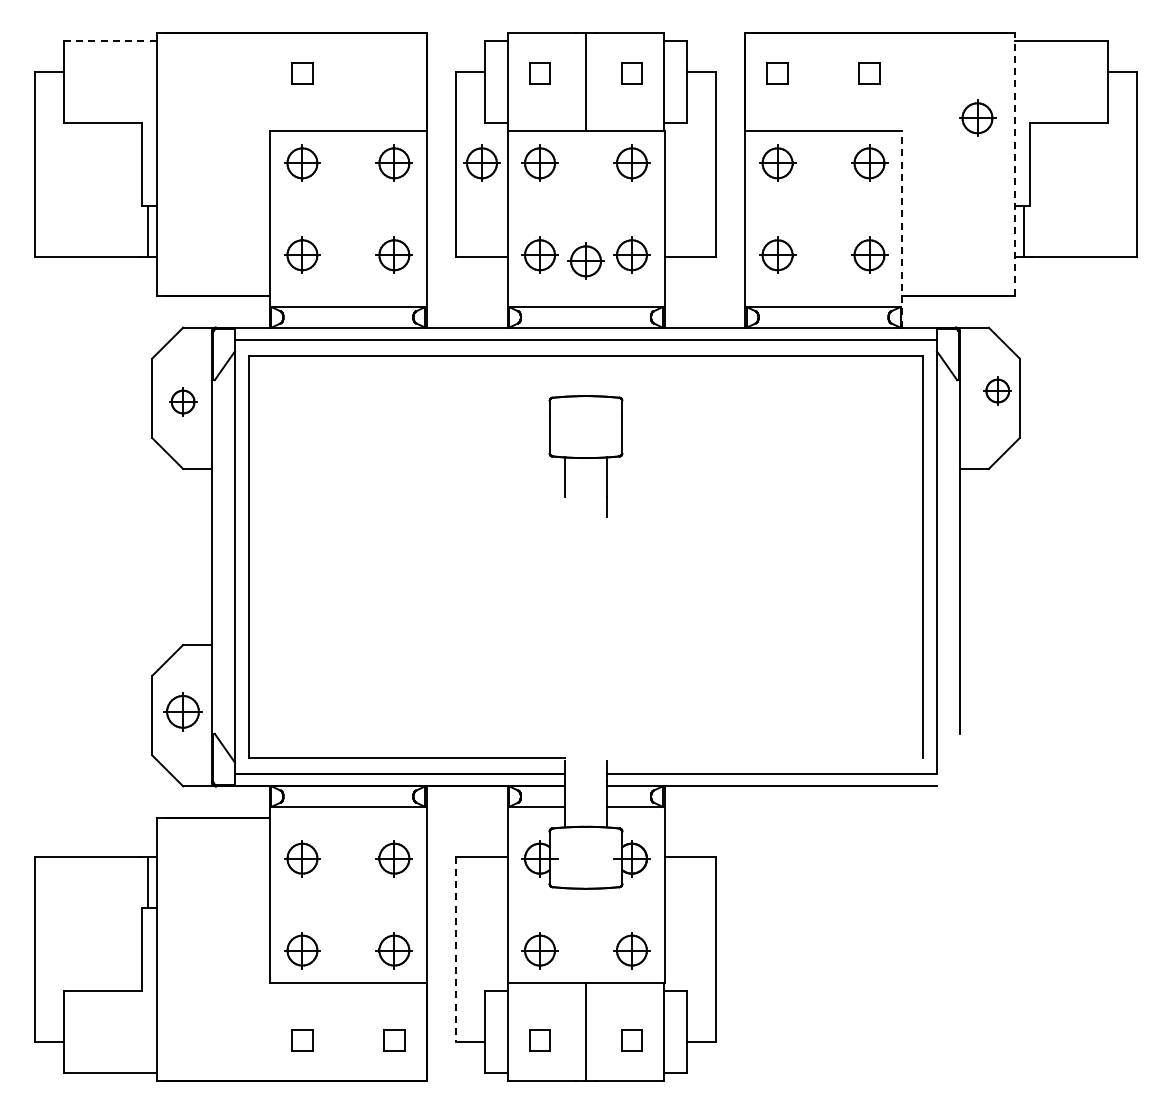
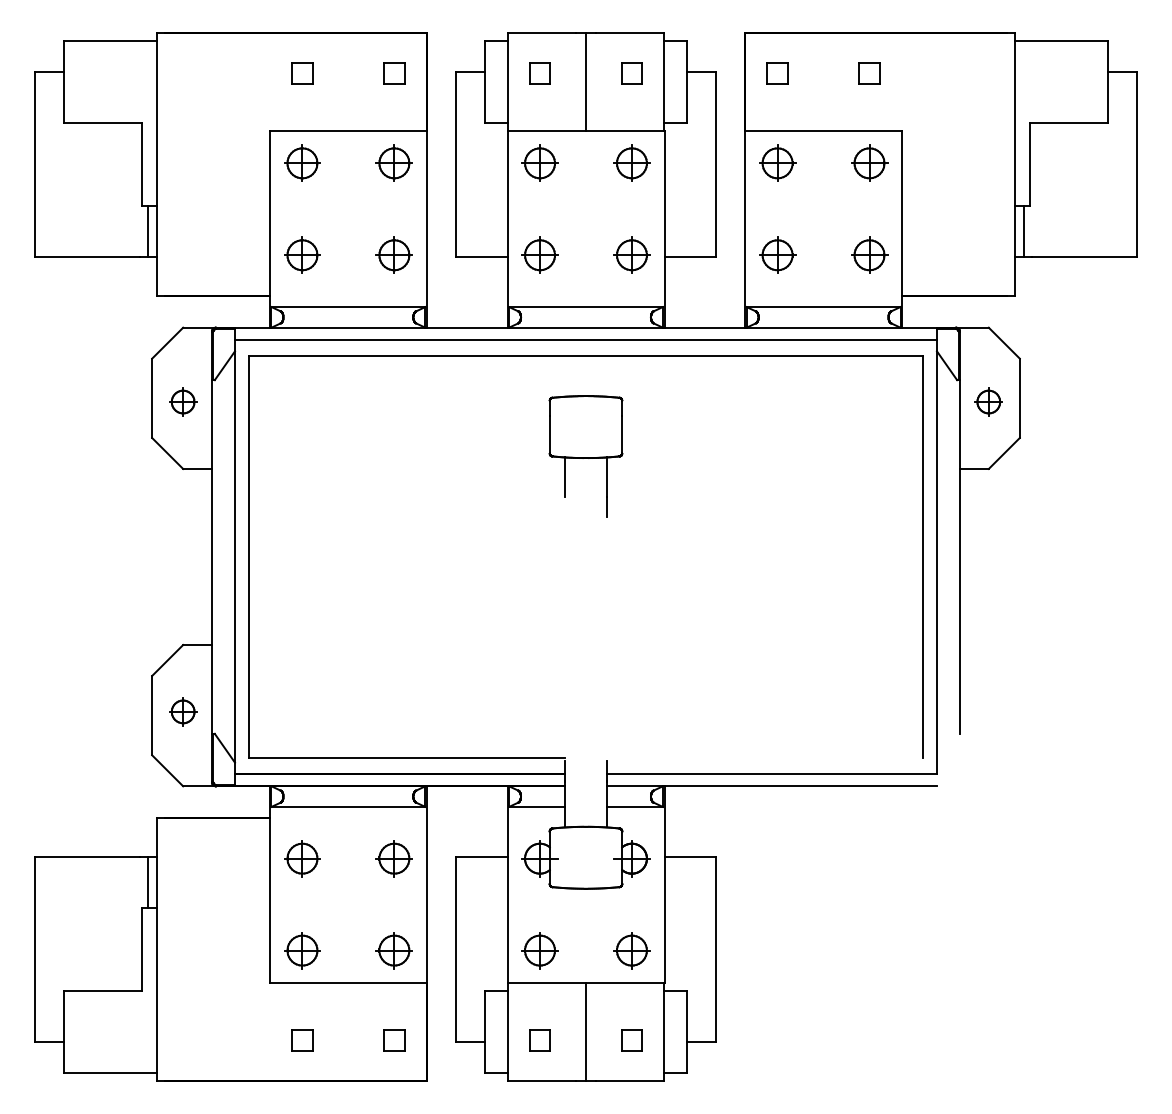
line at (109, 40): dashed -> solid
part at (394, 73): none -> present
part at (977, 117): present -> none
part at (481, 162): present -> none
line at (1015, 163): dashed -> solid
line at (902, 228): dashed -> solid
part at (585, 260): present -> none
part at (997, 390) position: (997, 390) -> (988, 401)
part at (182, 711) size: 40x40 px -> 29x30 px
line at (456, 949): dashed -> solid
